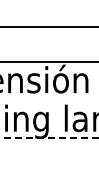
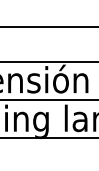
line at (48, 99): none -> present
line at (49, 137): dashed -> solid
